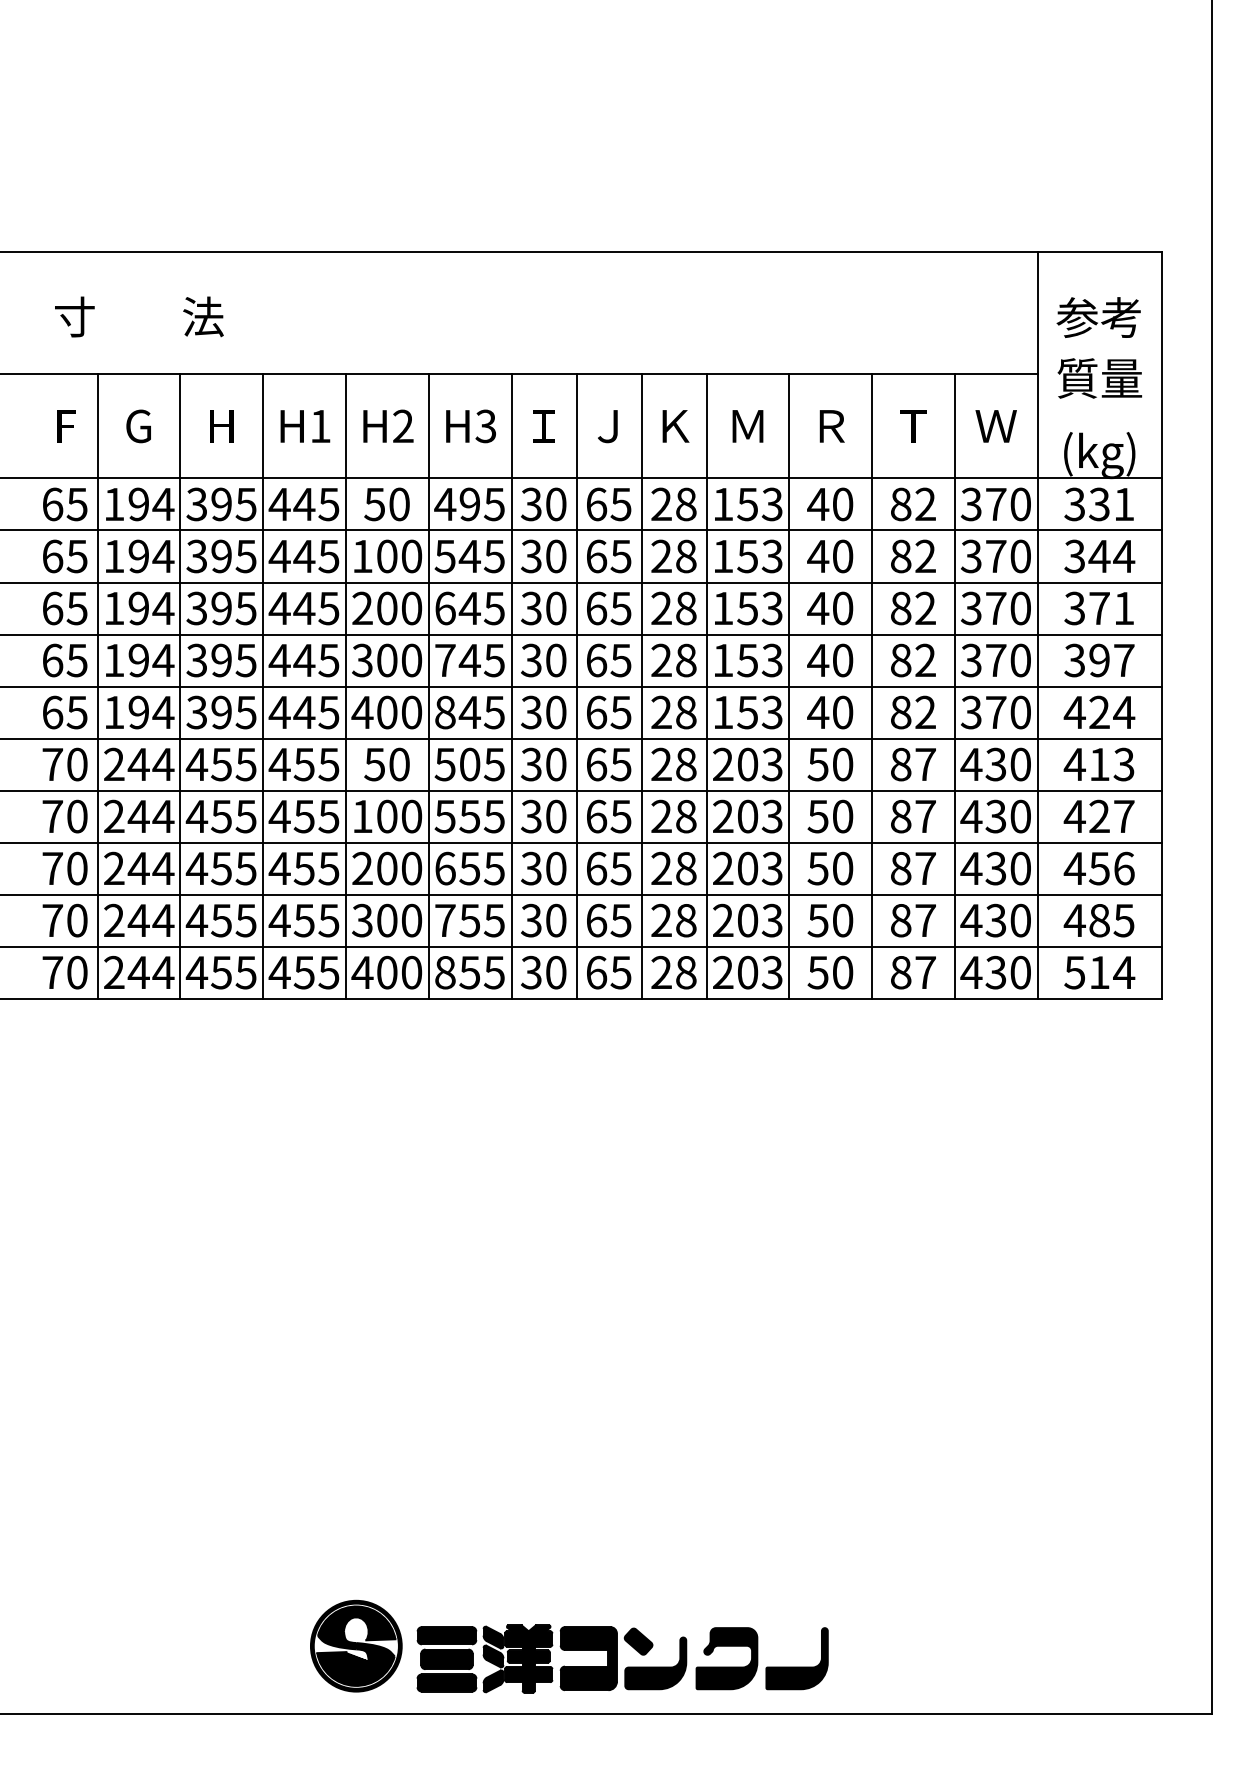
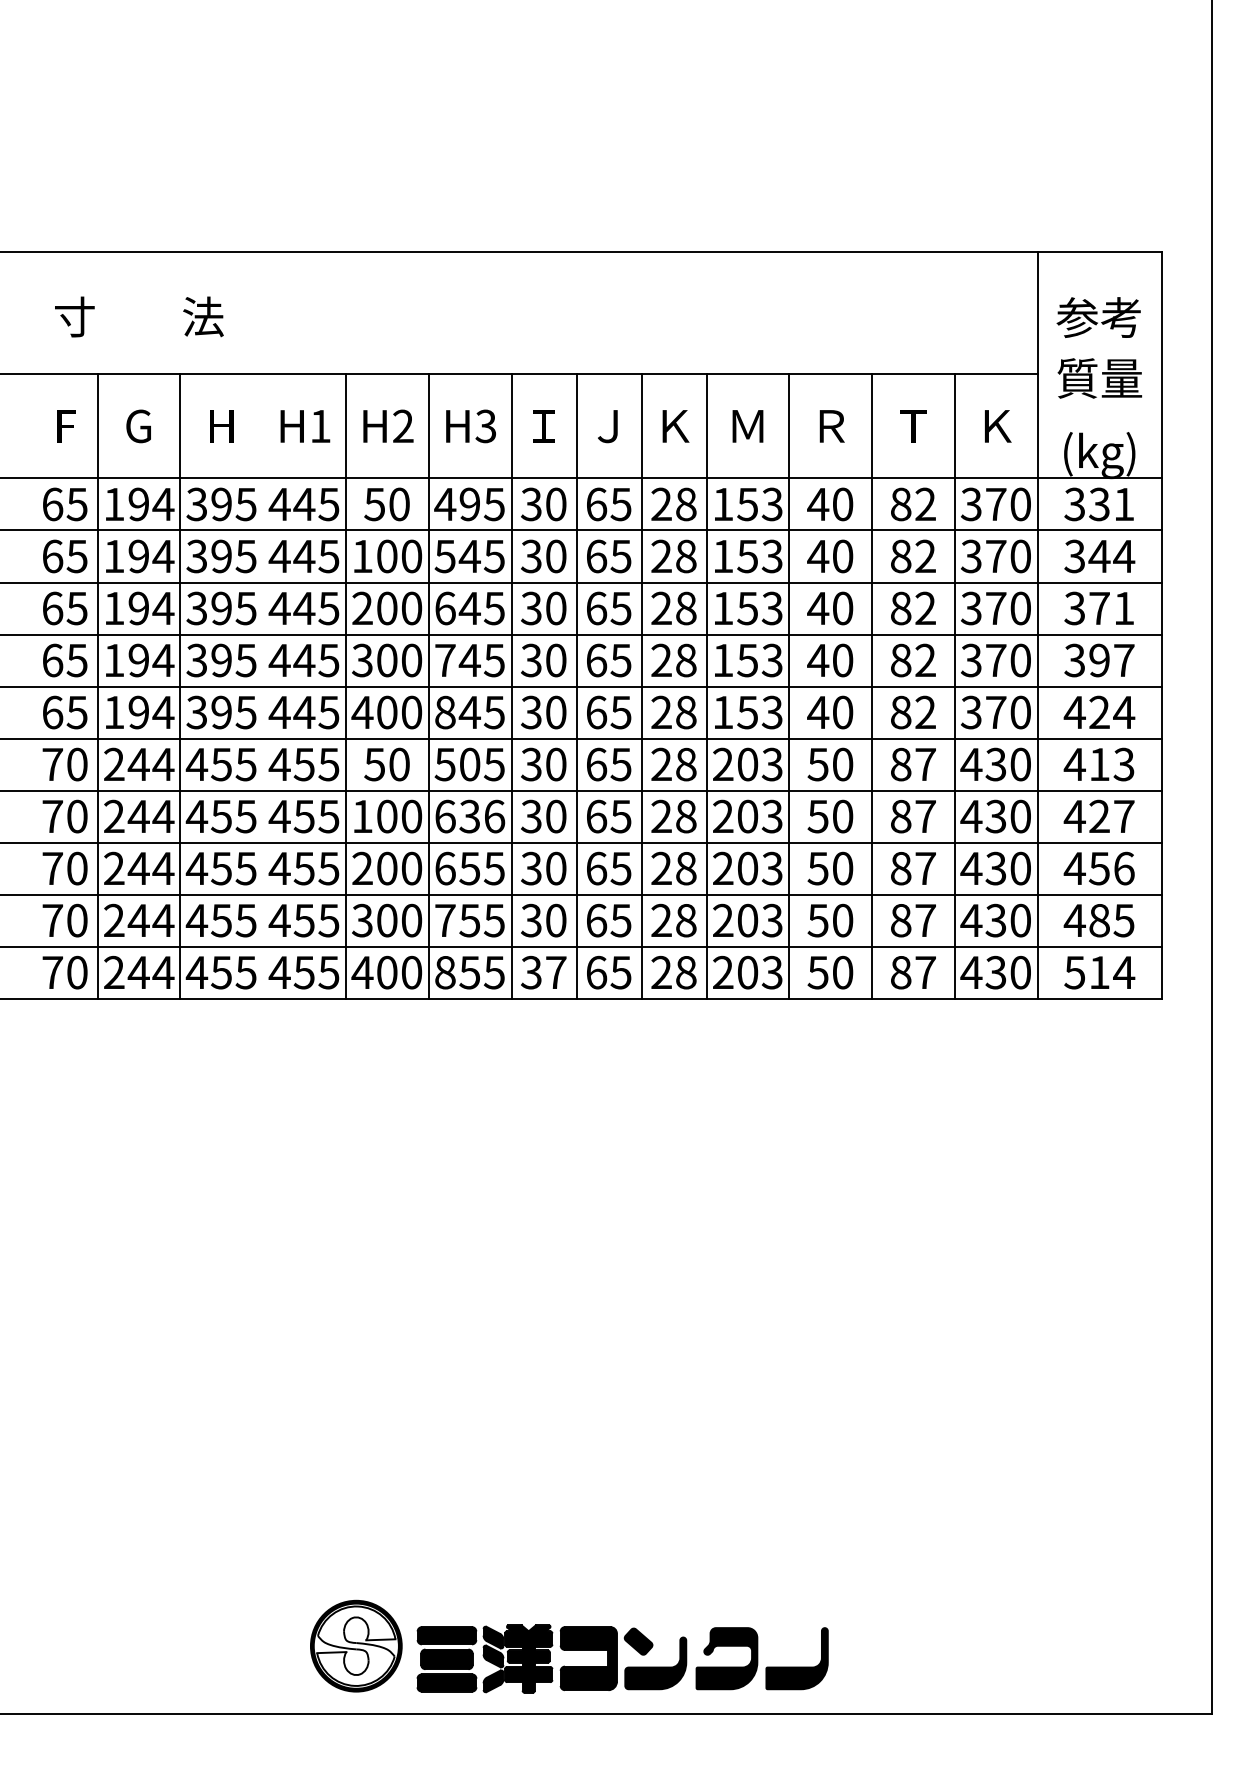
text at (995, 426): Ｗ -> Ｋ
line at (263, 686): present -> none
text at (469, 816): 555 -> 636
text at (556, 972): 30 -> 37
fill at (356, 1645): present -> none
